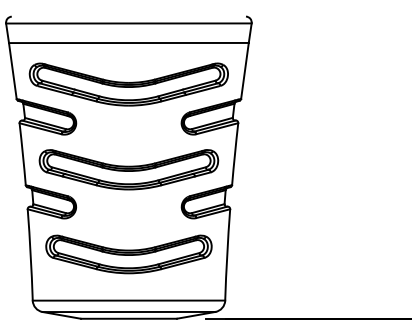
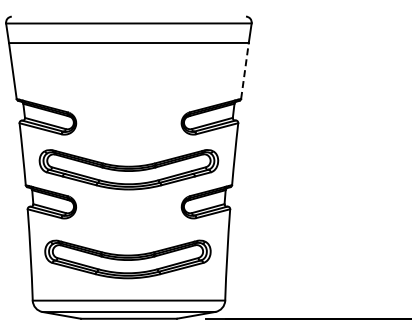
line at (245, 70): solid -> dashed
part at (128, 84): present -> none
part at (128, 254) position: (128, 254) -> (127, 259)
